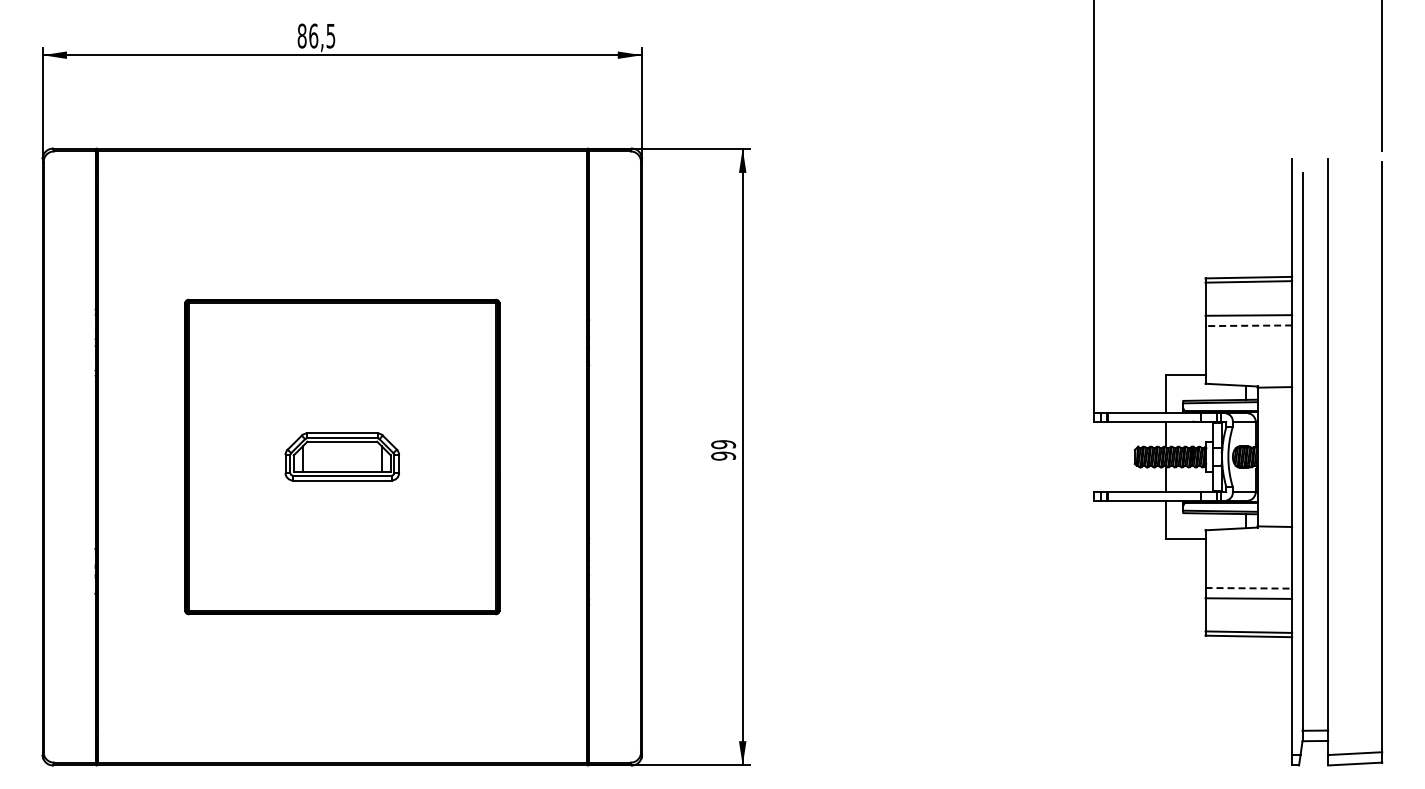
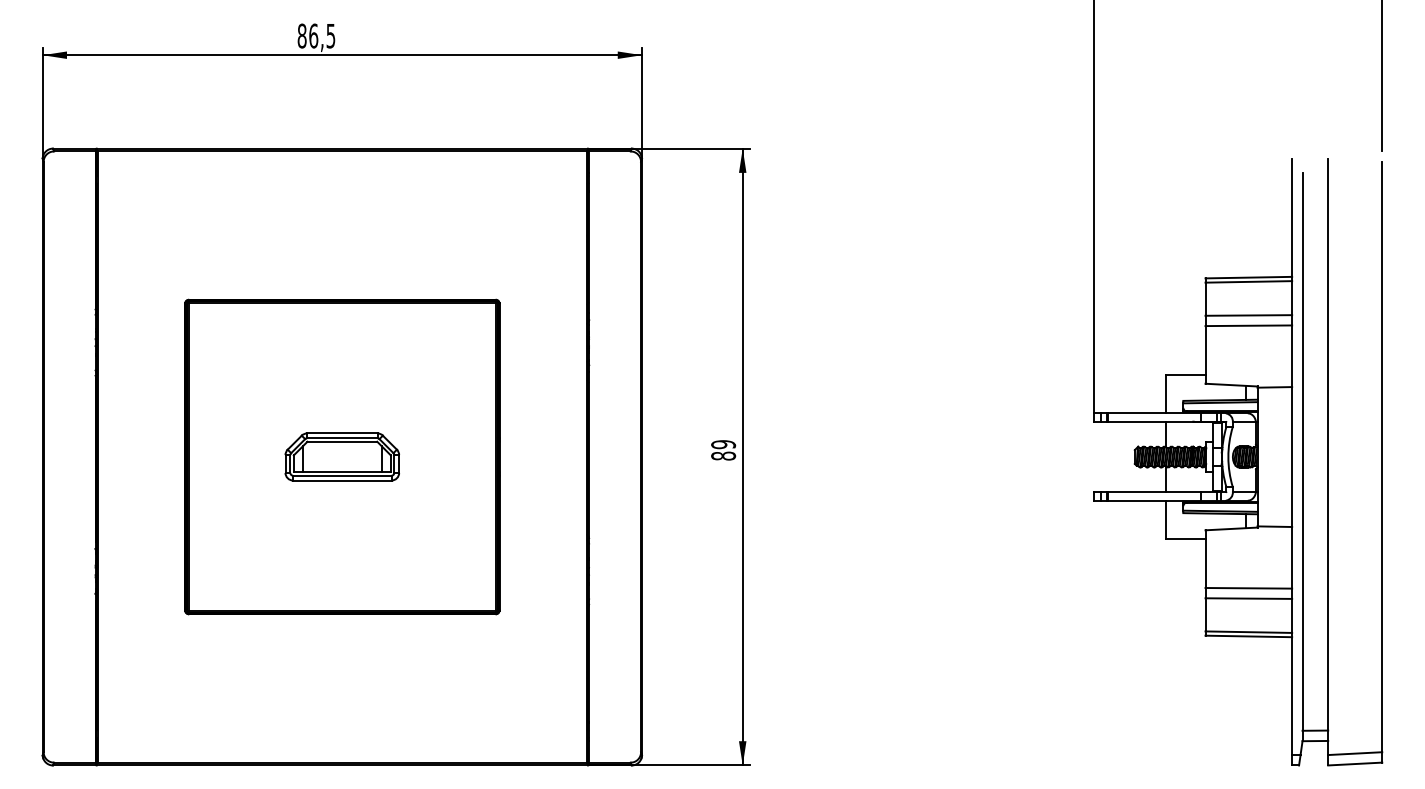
line at (1248, 325): dashed -> solid
text at (723, 455): 99 -> 89
line at (1249, 588): dashed -> solid
